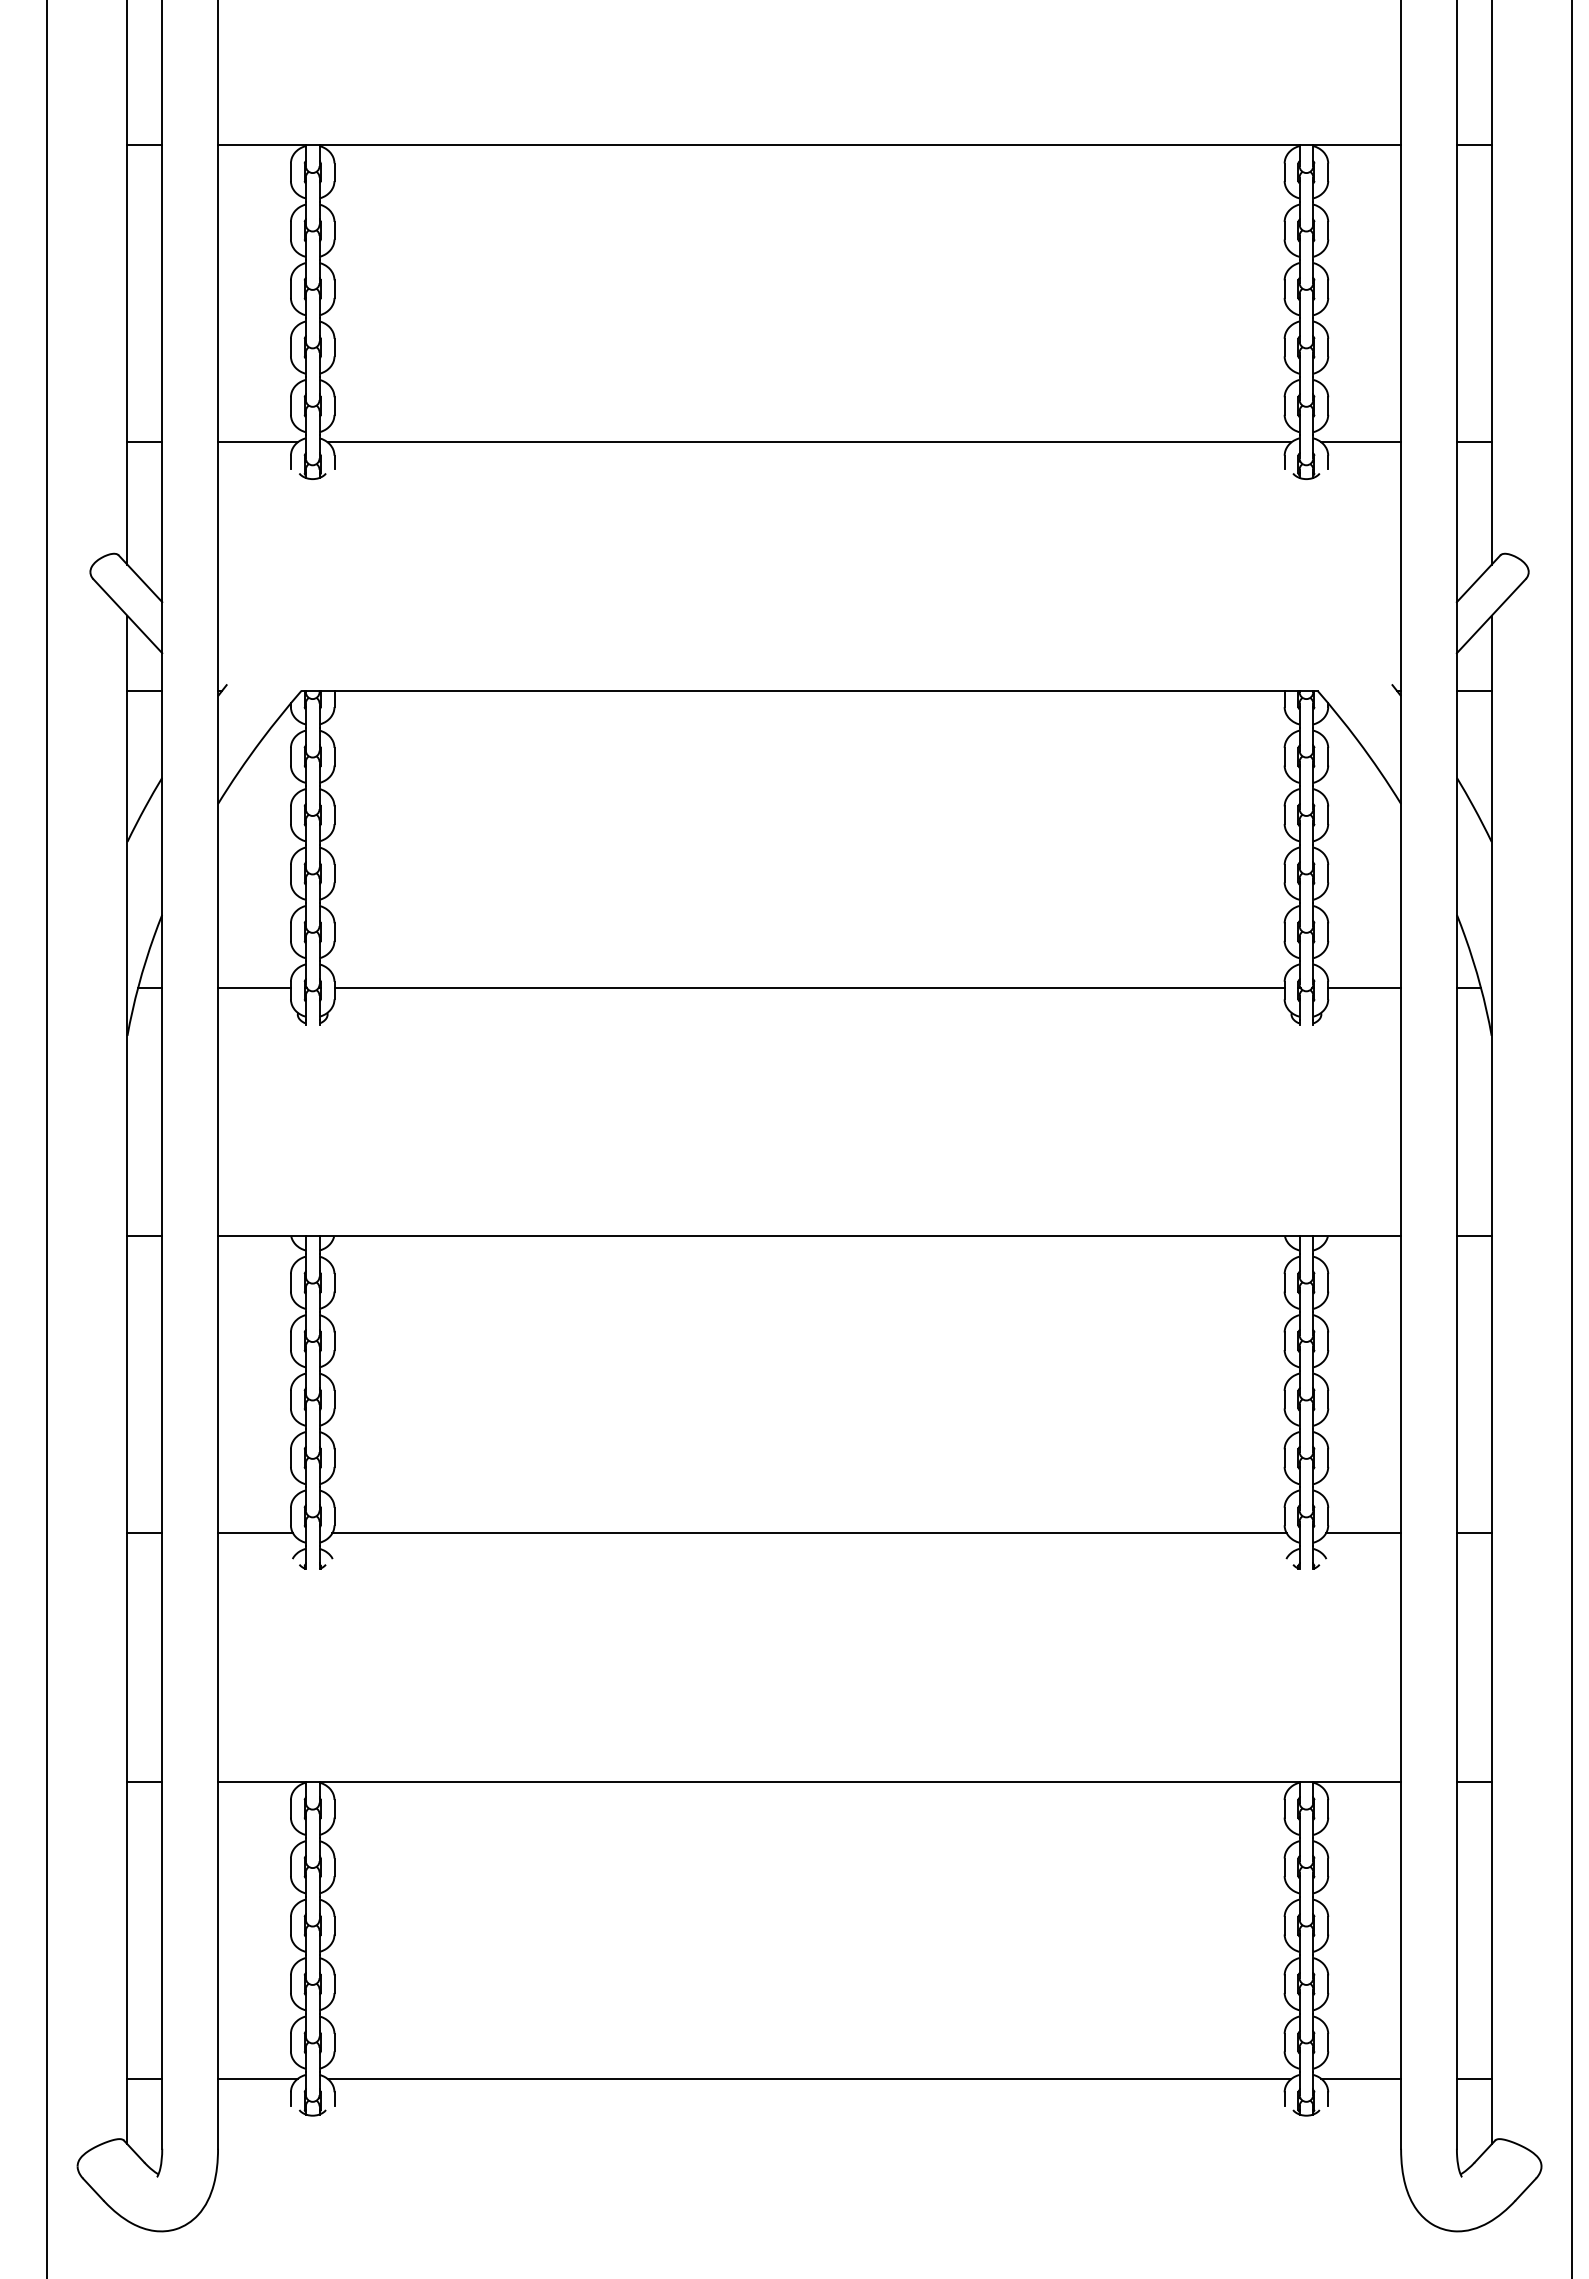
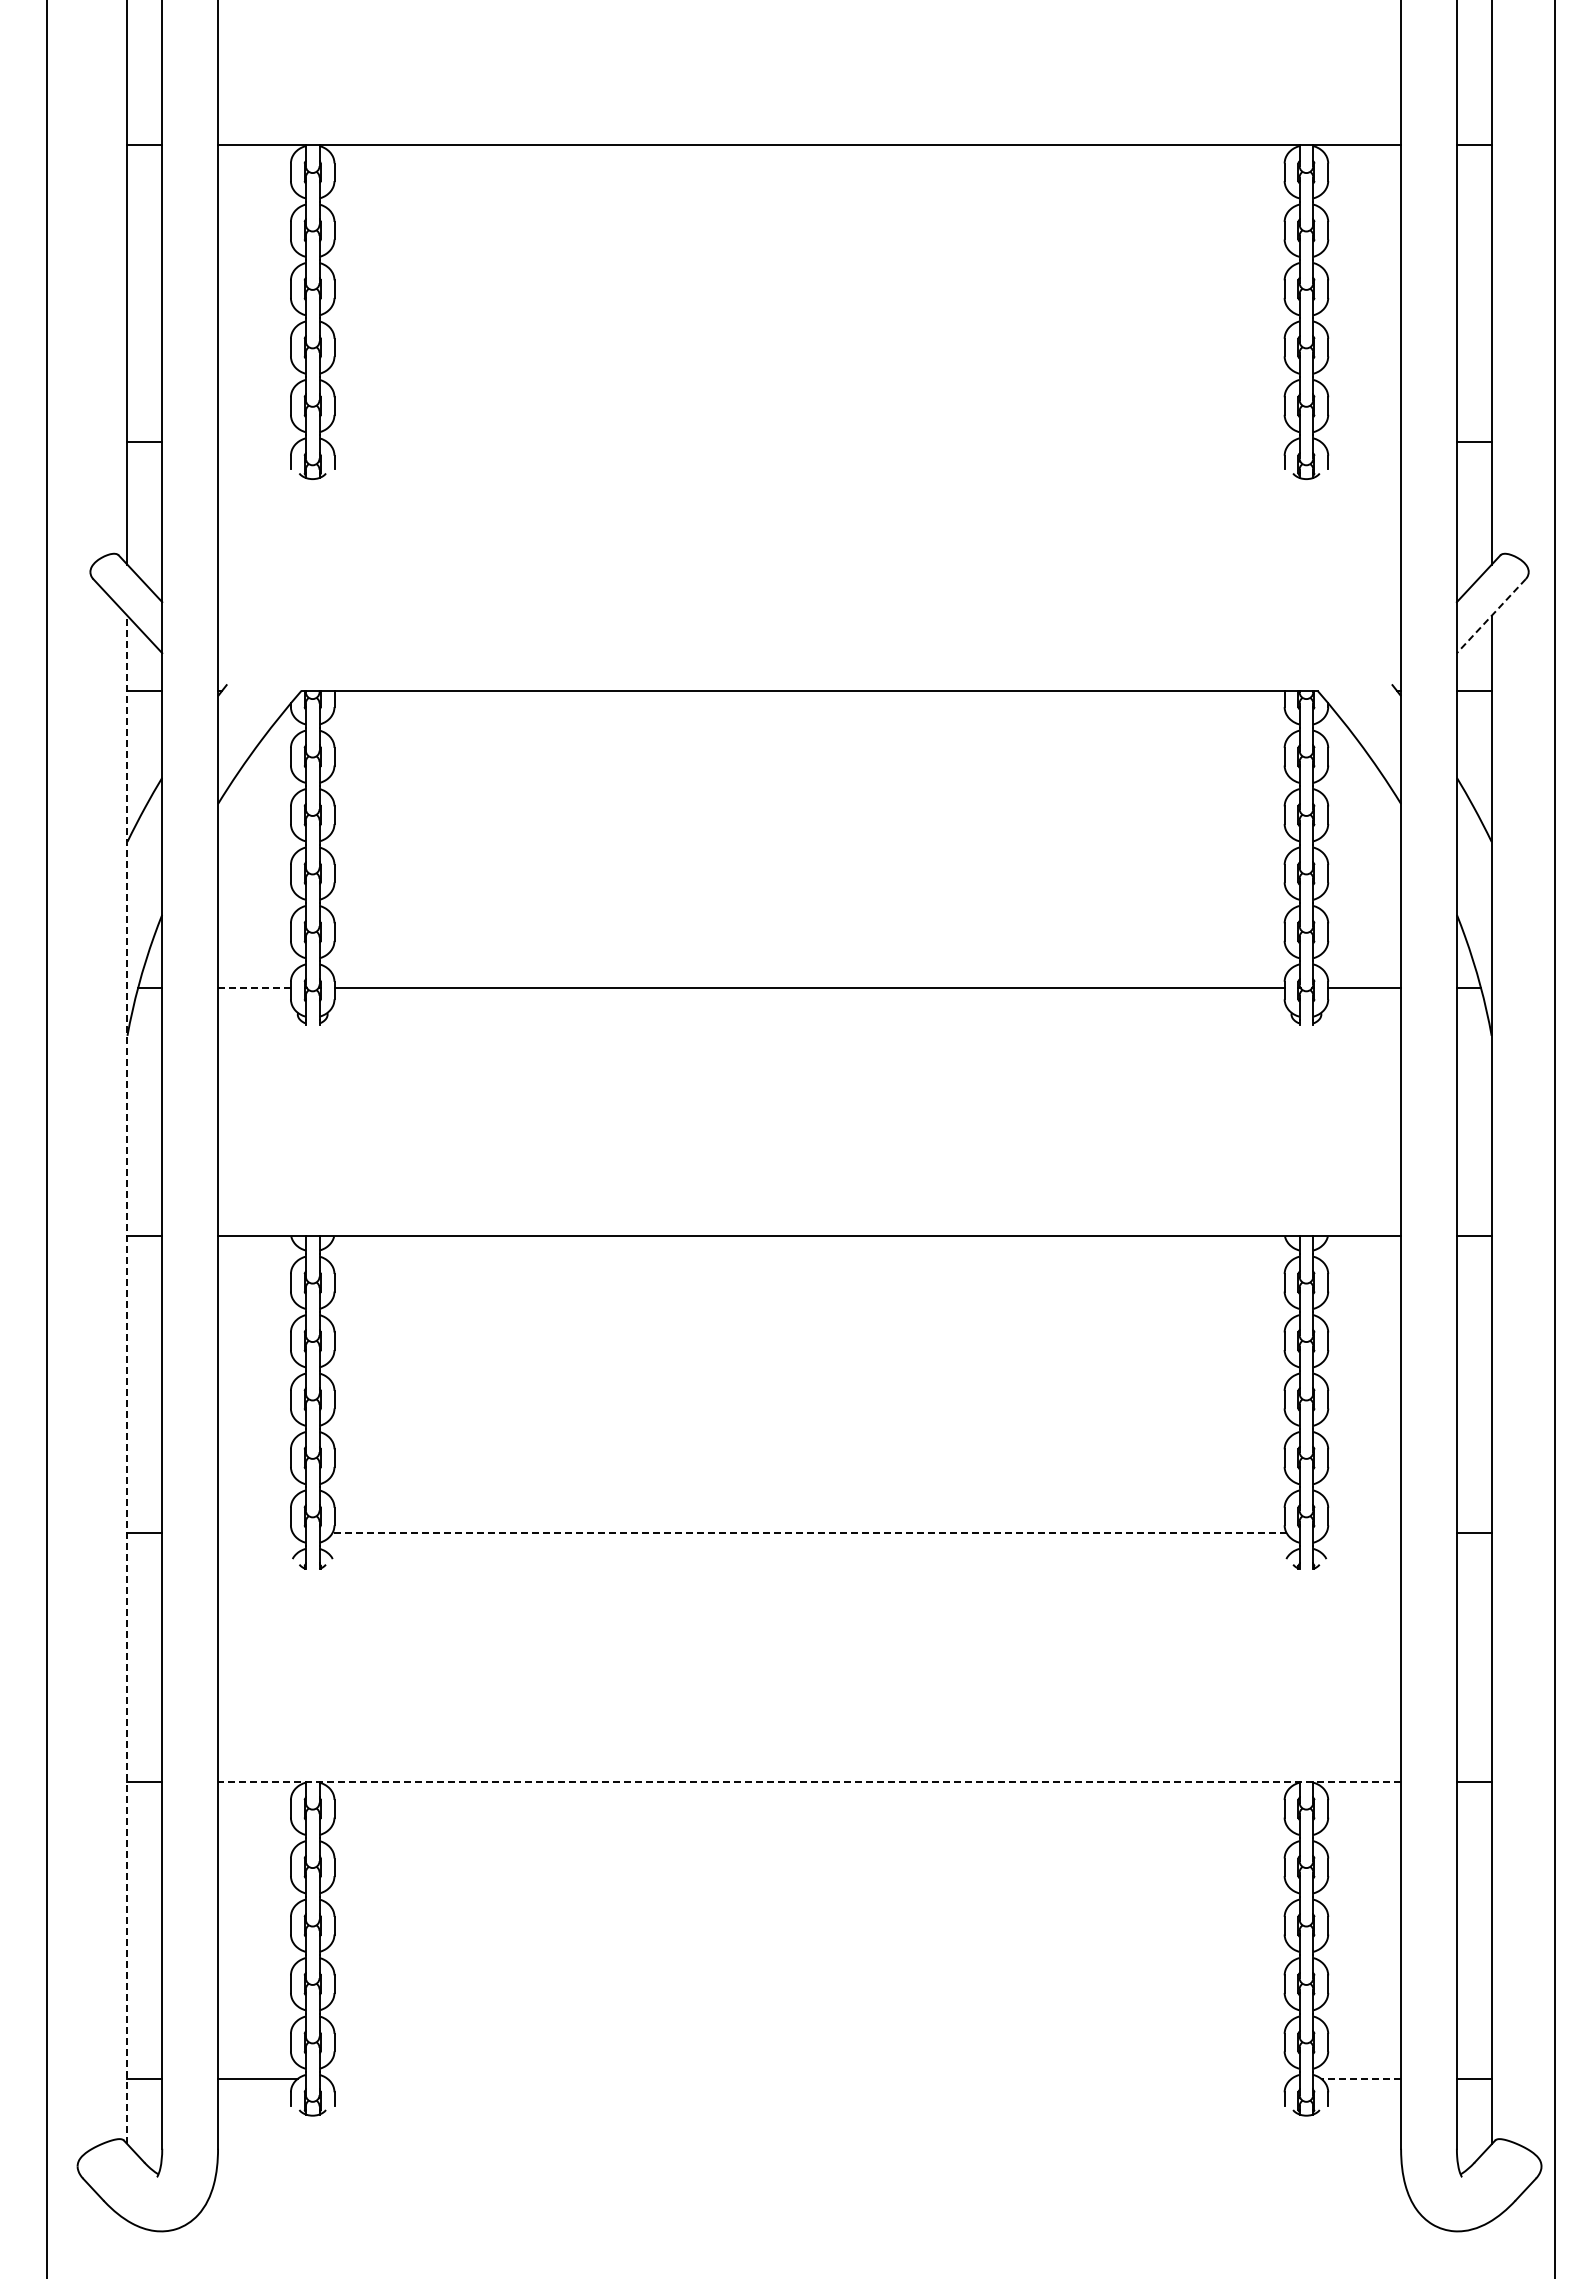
line at (257, 442): present -> none
line at (809, 442): present -> none
line at (1361, 442): present -> none
line at (1491, 616): solid -> dashed
line at (254, 987): solid -> dashed
line at (1571, 1138) position: (1571, 1138) -> (1554, 1138)
line at (127, 1379): solid -> dashed
line at (255, 1533): present -> none
line at (809, 1533): solid -> dashed
line at (1363, 1533): present -> none
line at (809, 1781): solid -> dashed
line at (809, 2078): present -> none
line at (1361, 2078): solid -> dashed
